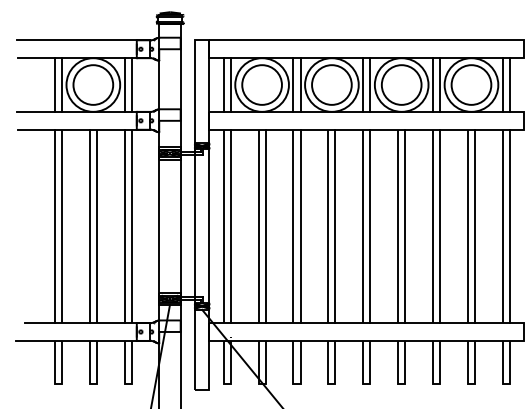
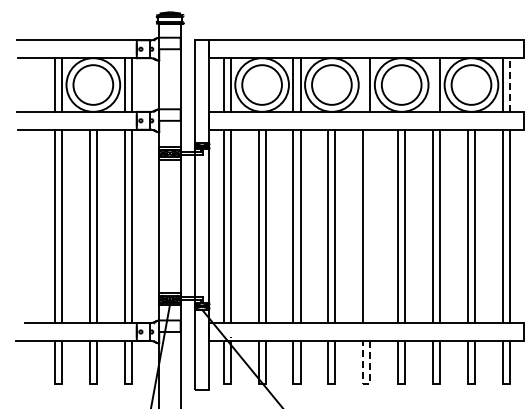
line at (363, 84): present -> none
line at (433, 84): present -> none
line at (509, 85): solid -> dashed
line at (370, 226): present -> none
line at (366, 383): solid -> dashed
